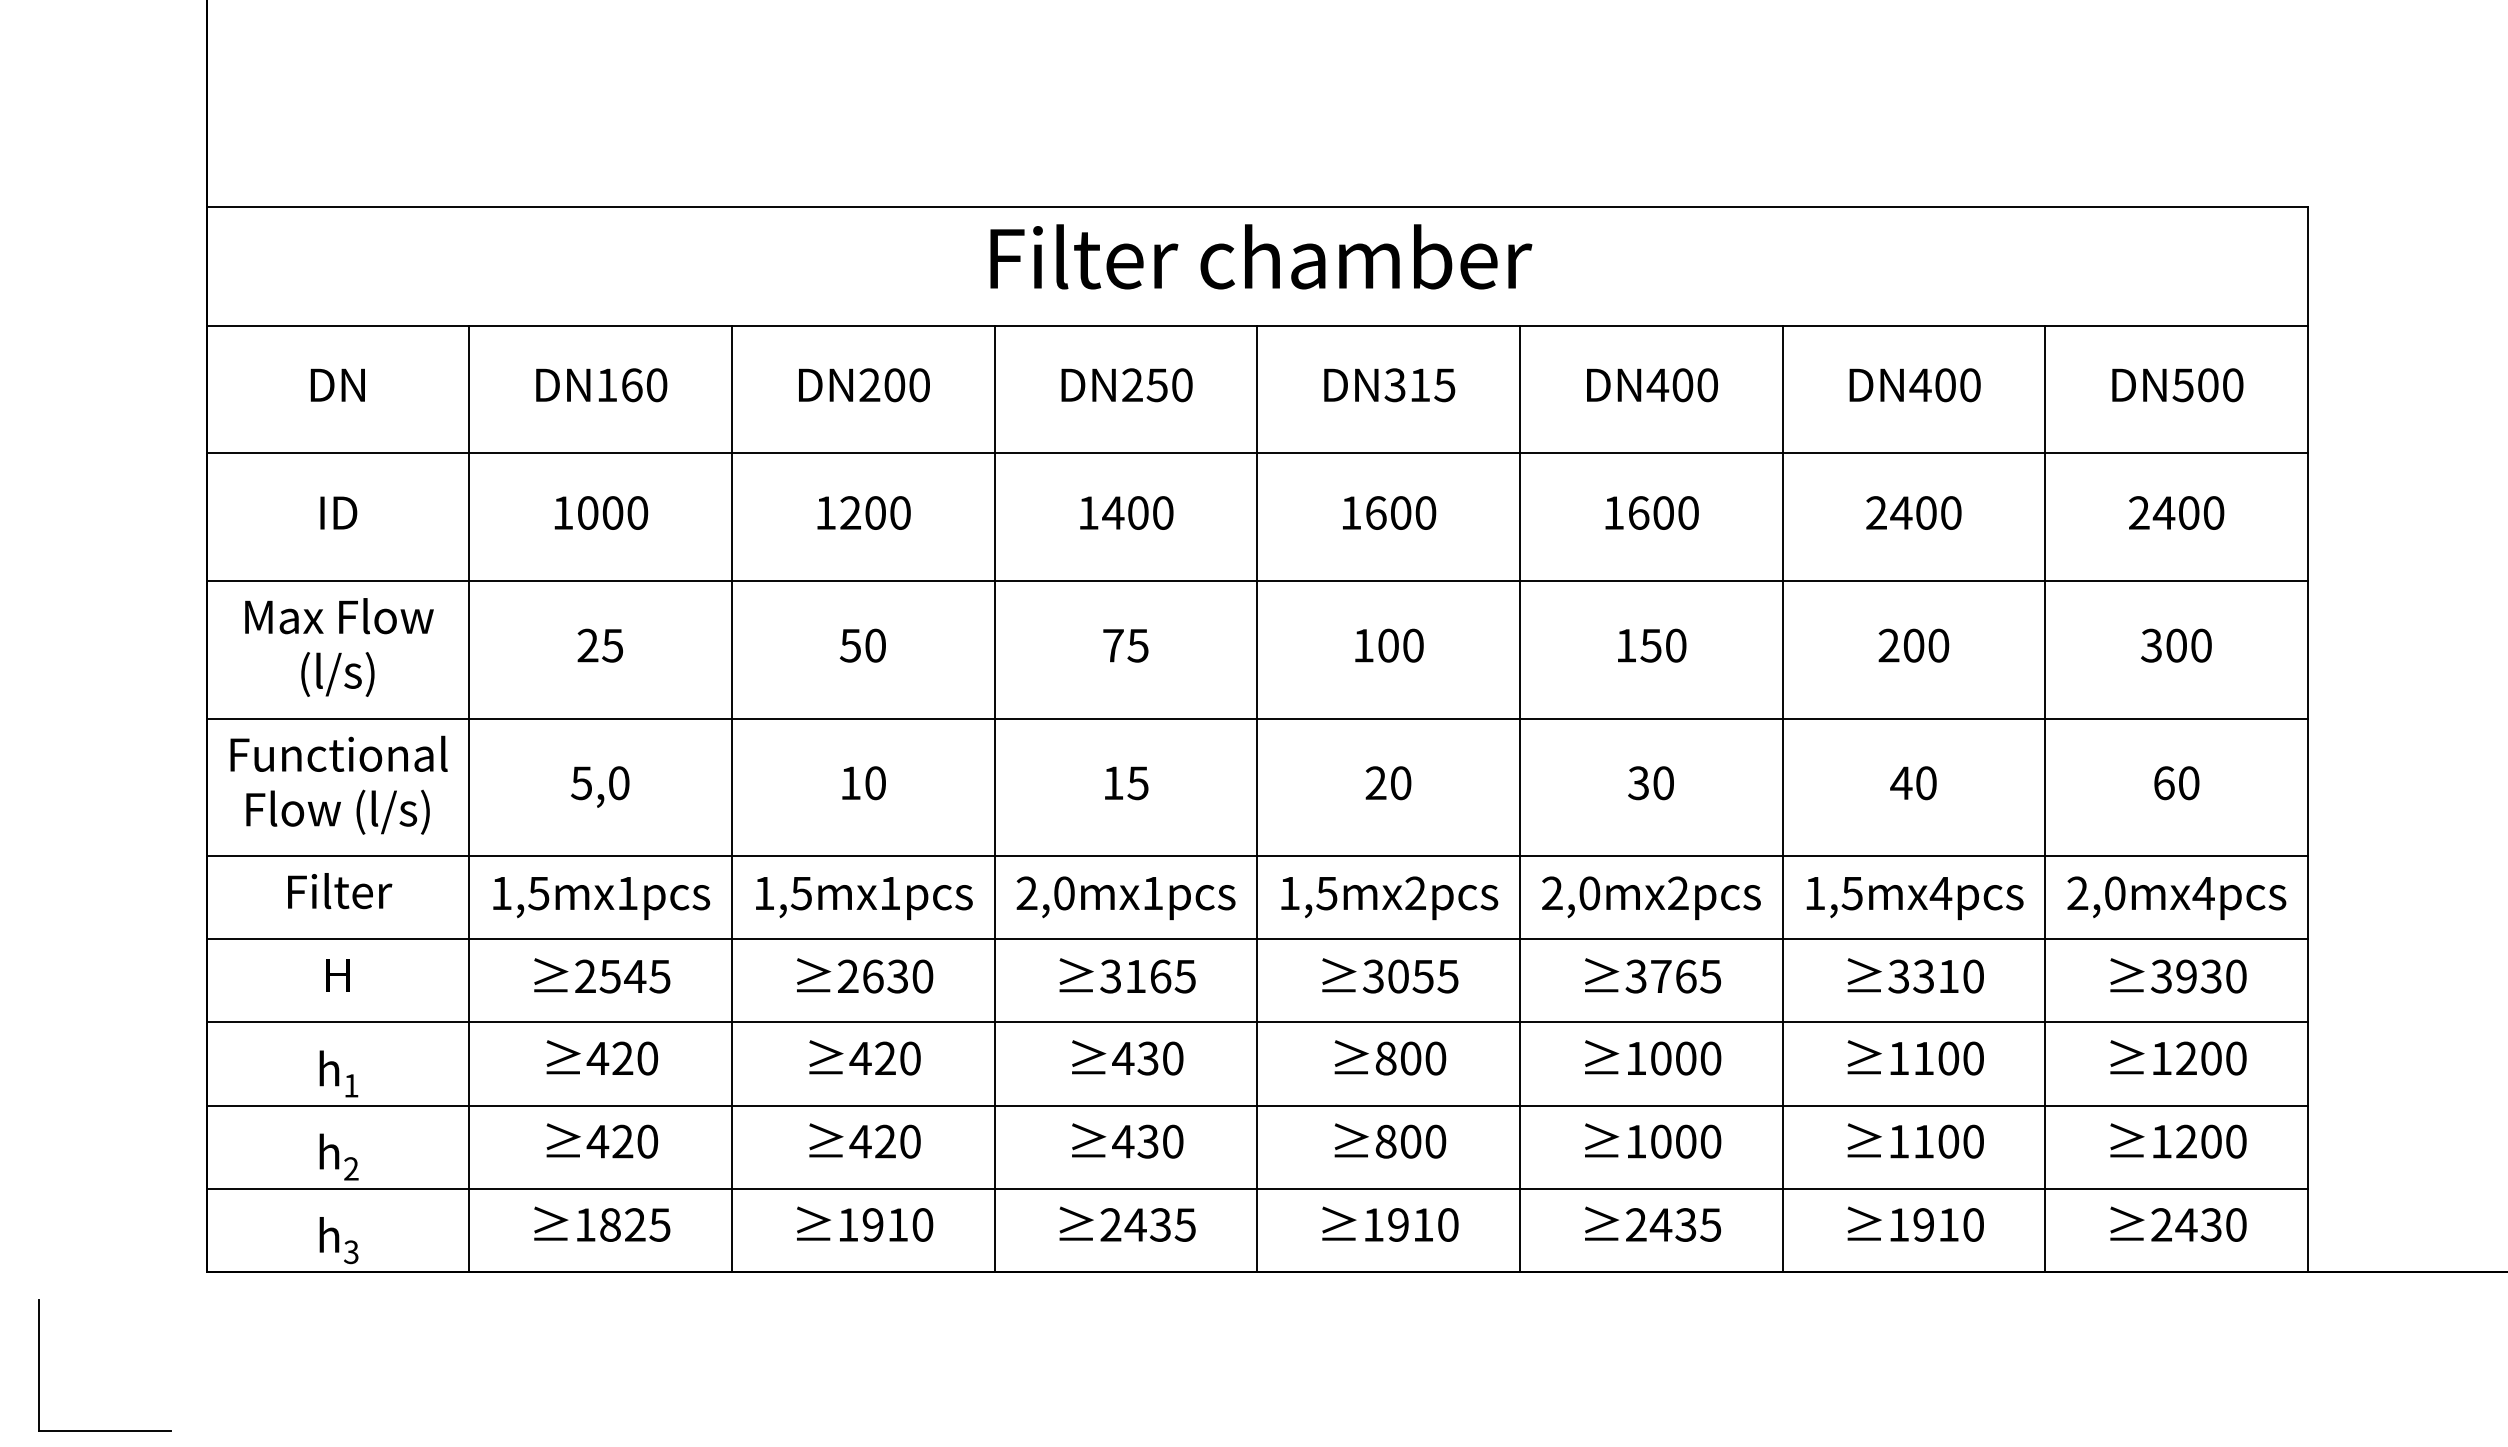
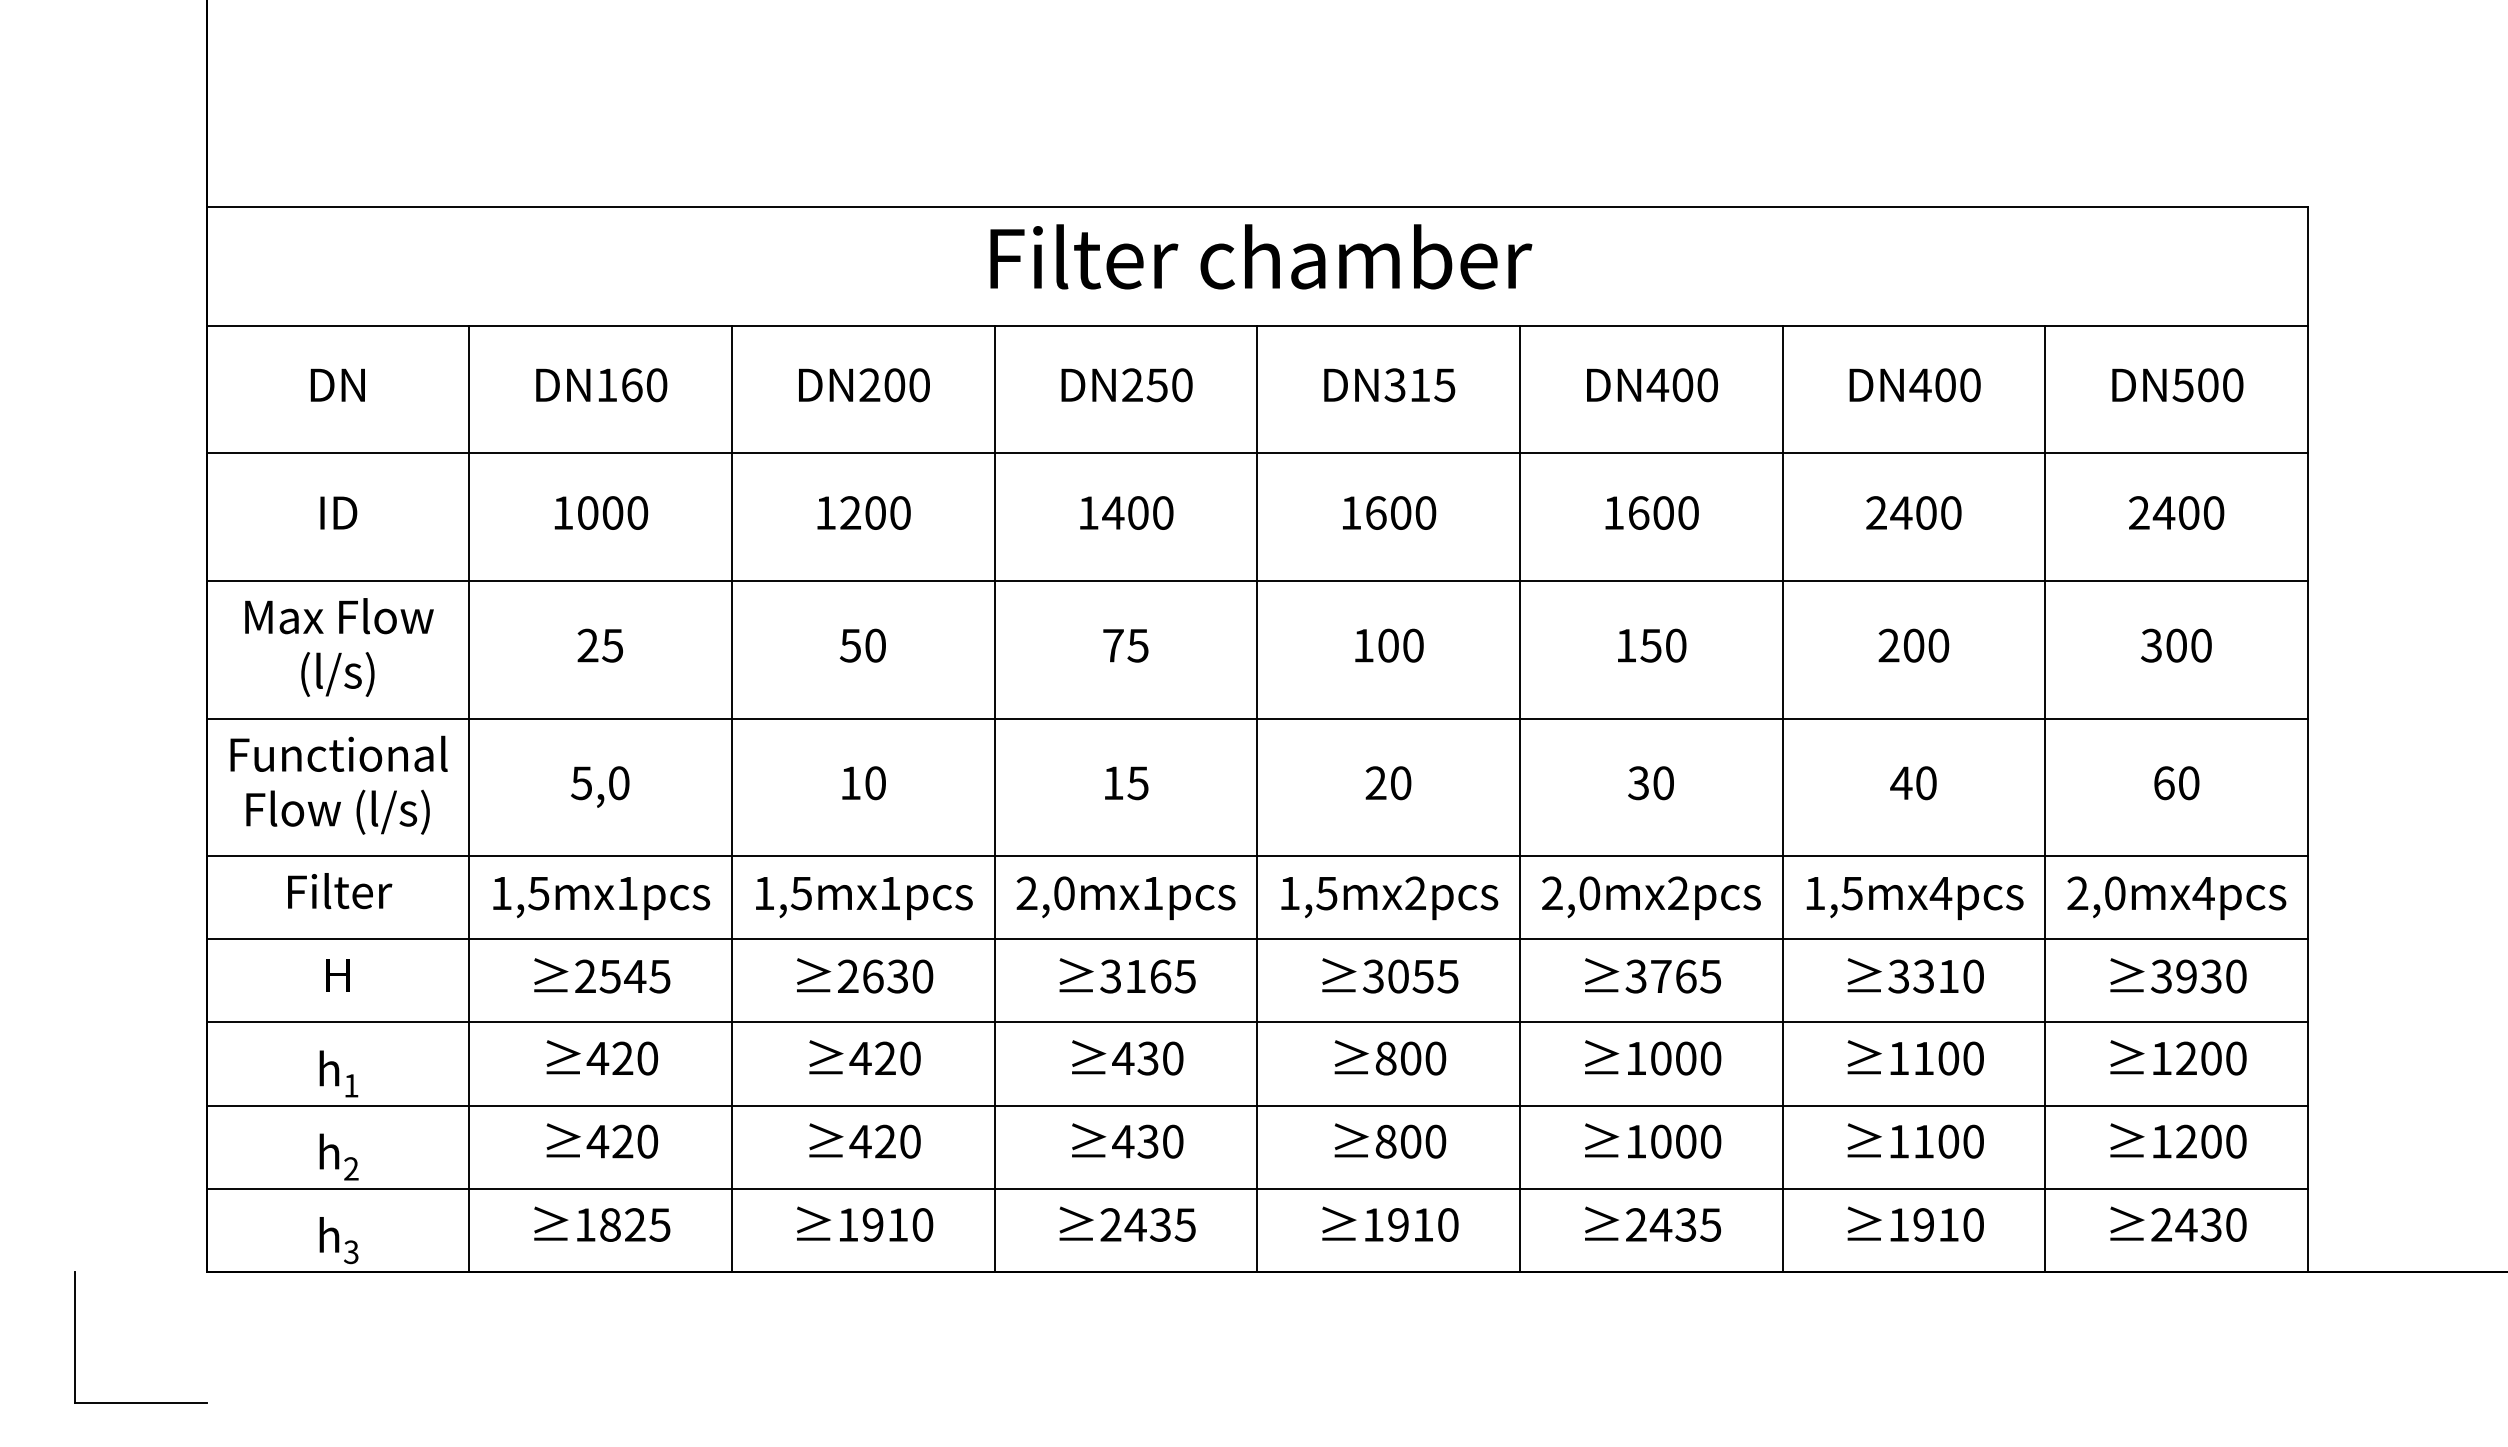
part at (39, 1365) position: (39, 1365) -> (75, 1337)
